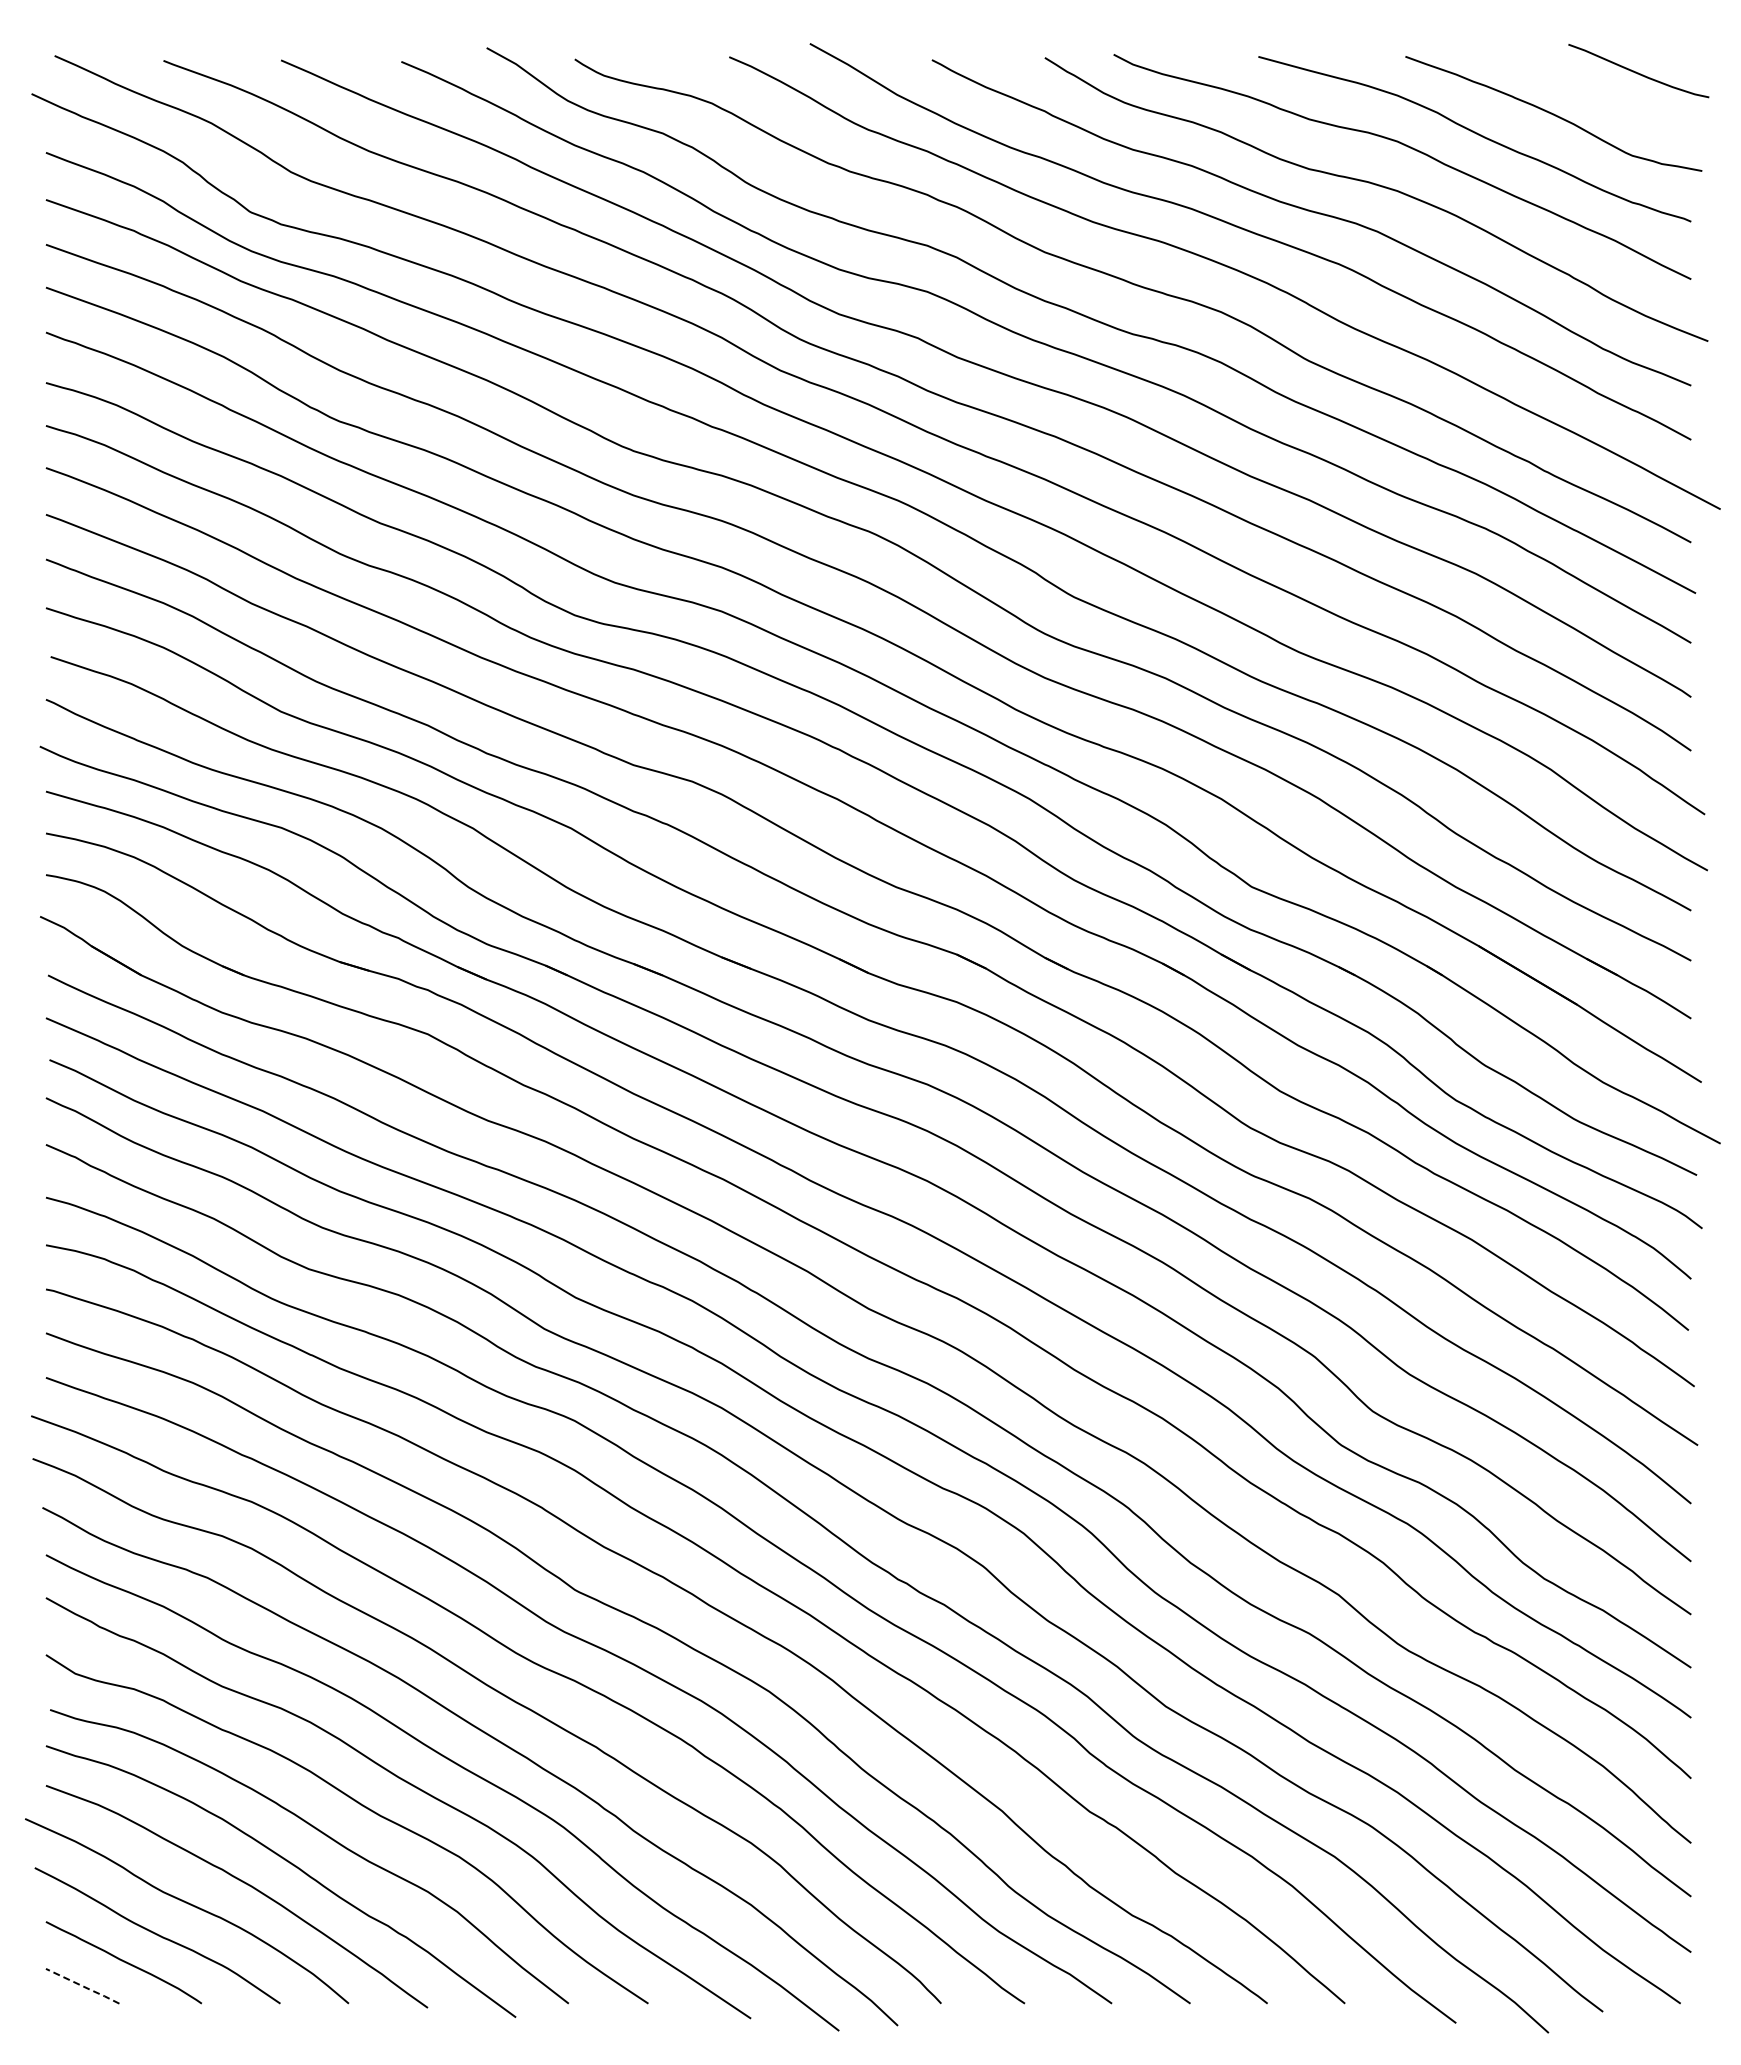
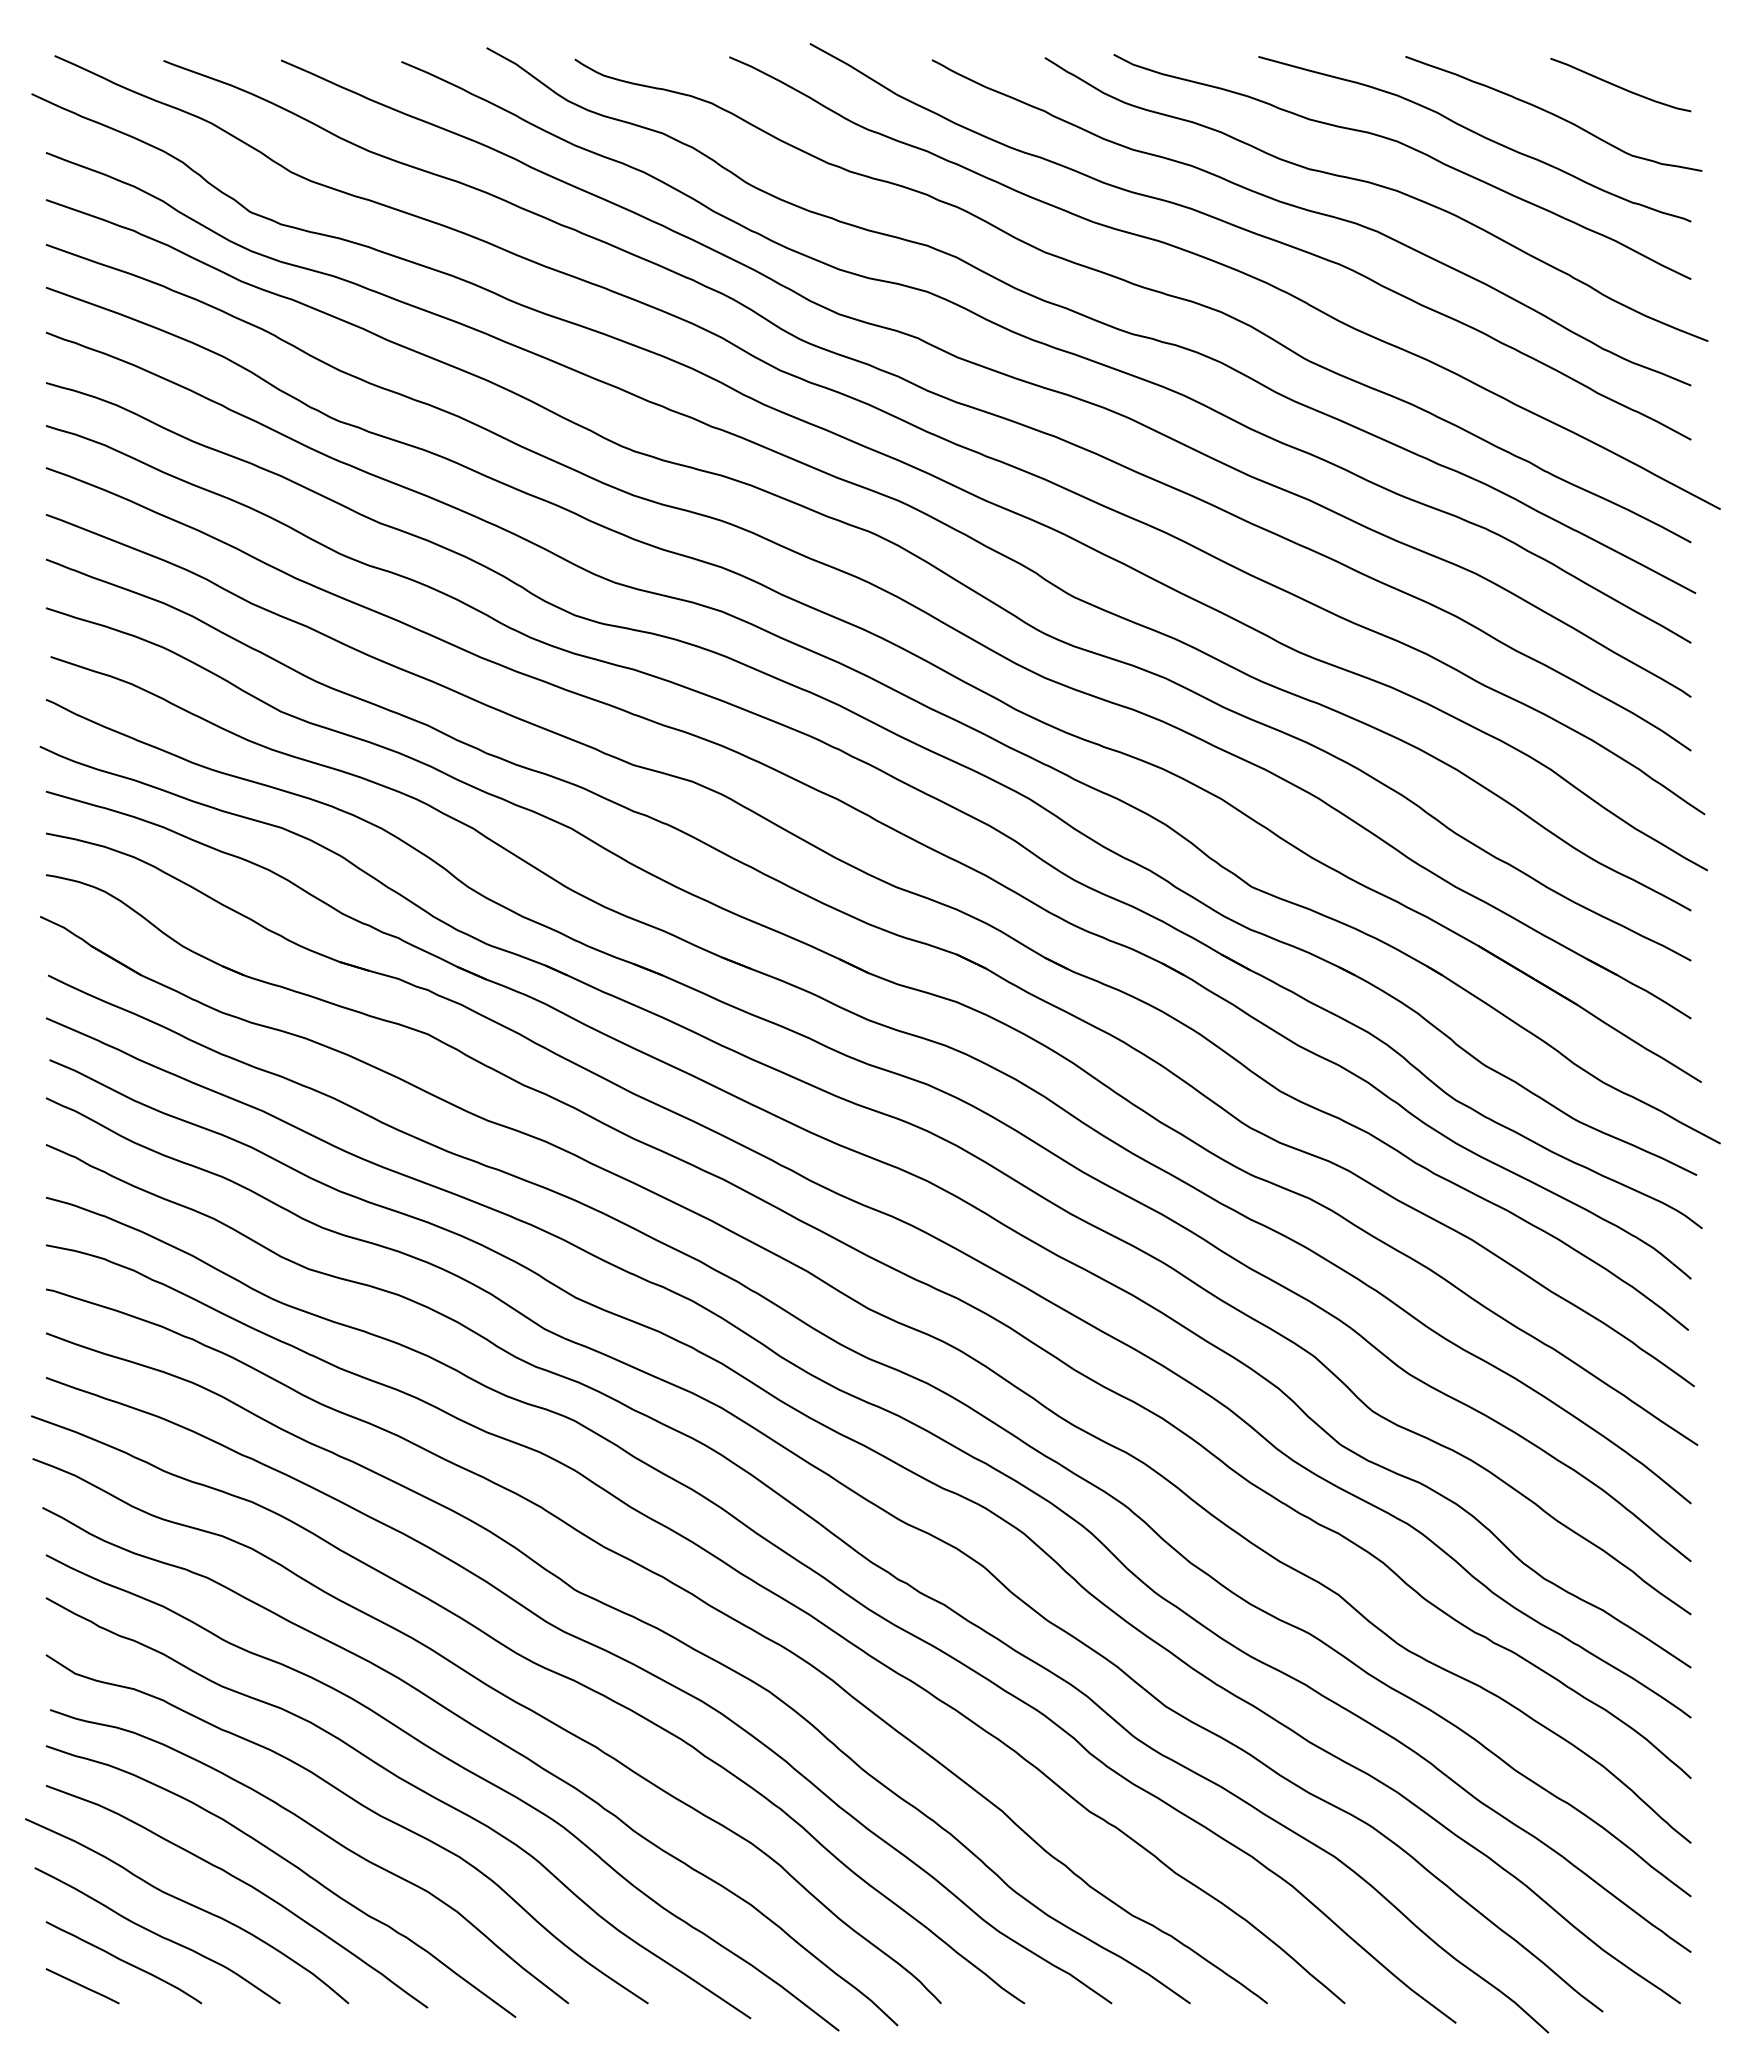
curve at (1638, 72) position: (1638, 72) -> (1620, 86)
line at (83, 1986): dashed -> solid
